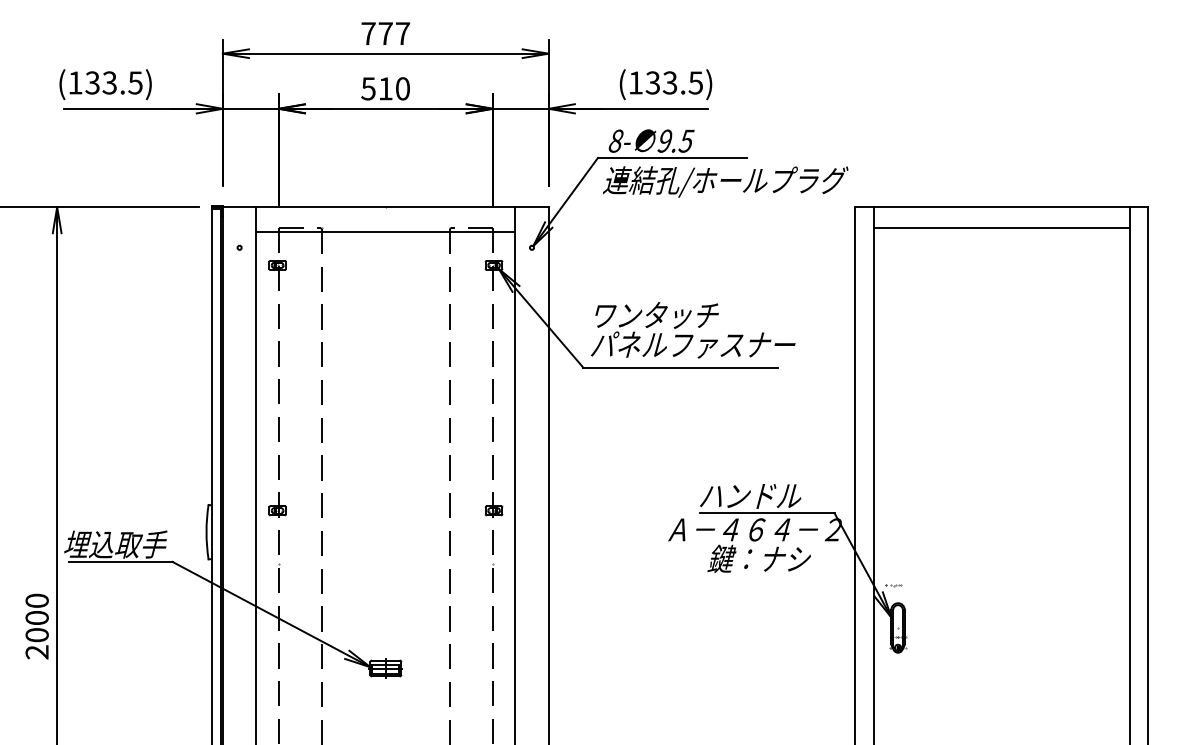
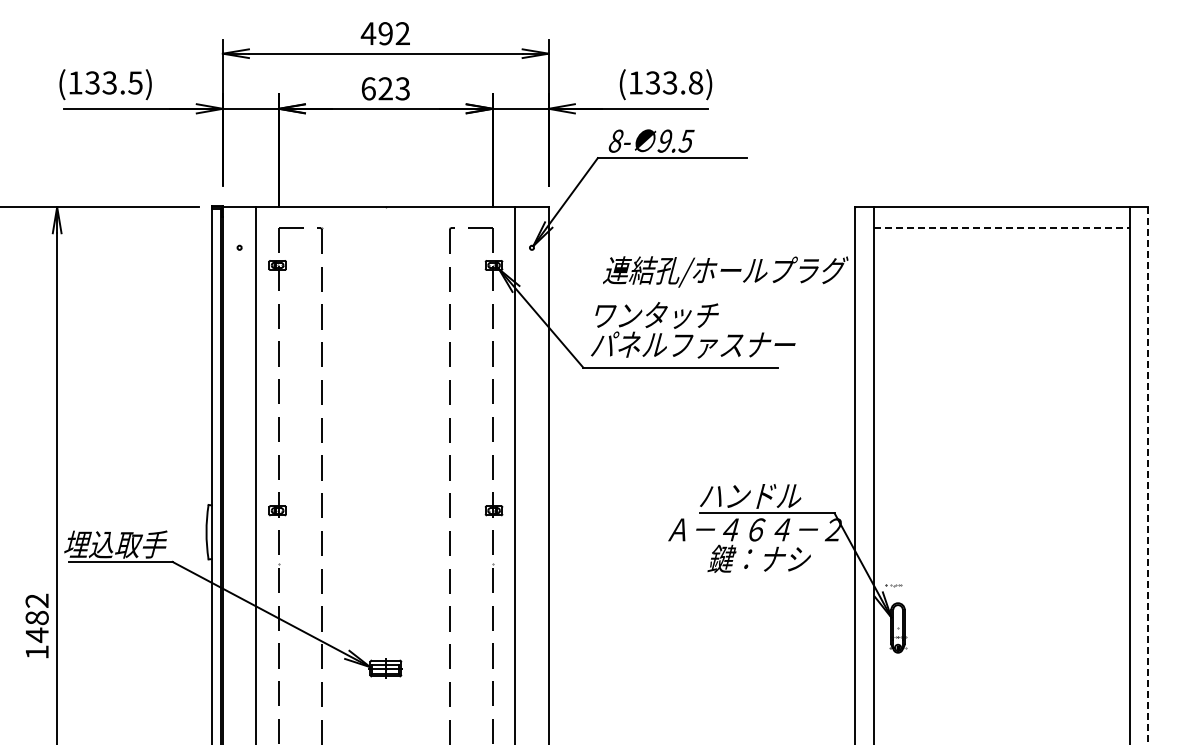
text at (385, 33): 777 -> 492
text at (695, 82): (133.5) -> (133.8)
text at (385, 88): 510 -> 623
text at (725, 181) position: (725, 181) -> (725, 271)
line at (1001, 228): solid -> dashed
line at (385, 232): present -> none
line at (1148, 476): solid -> dashed
text at (36, 626): 2000 -> 1482
